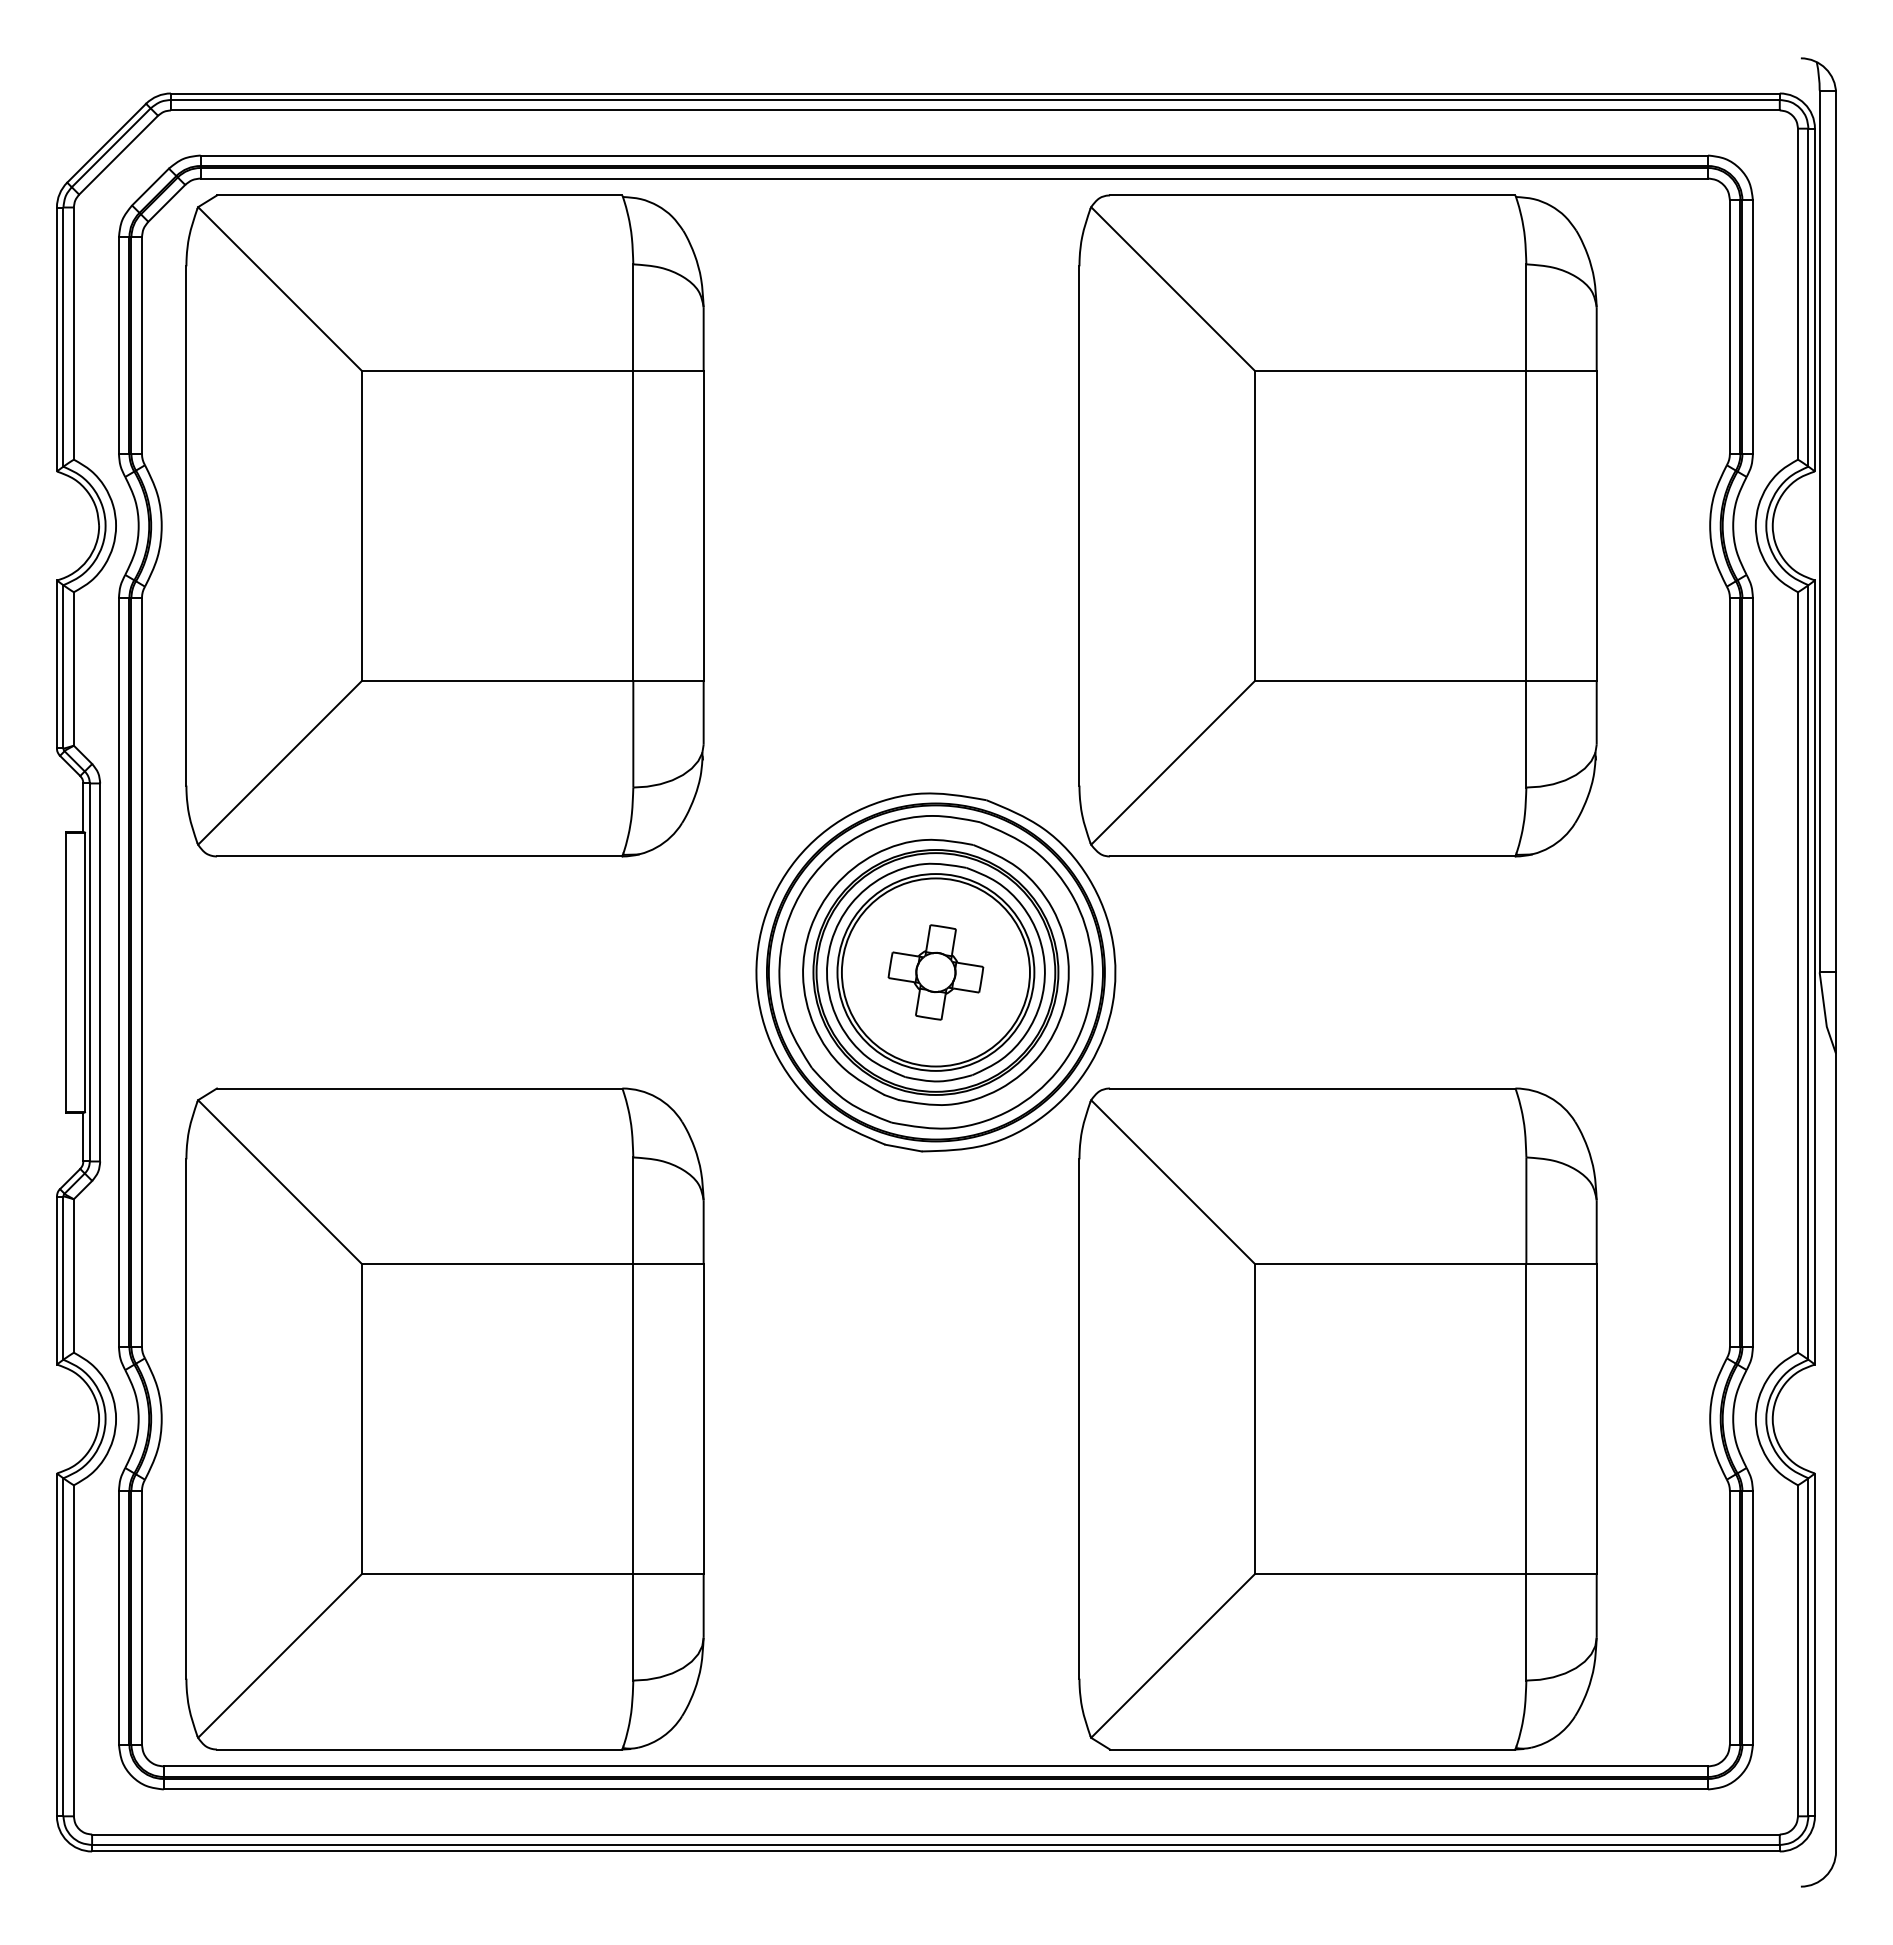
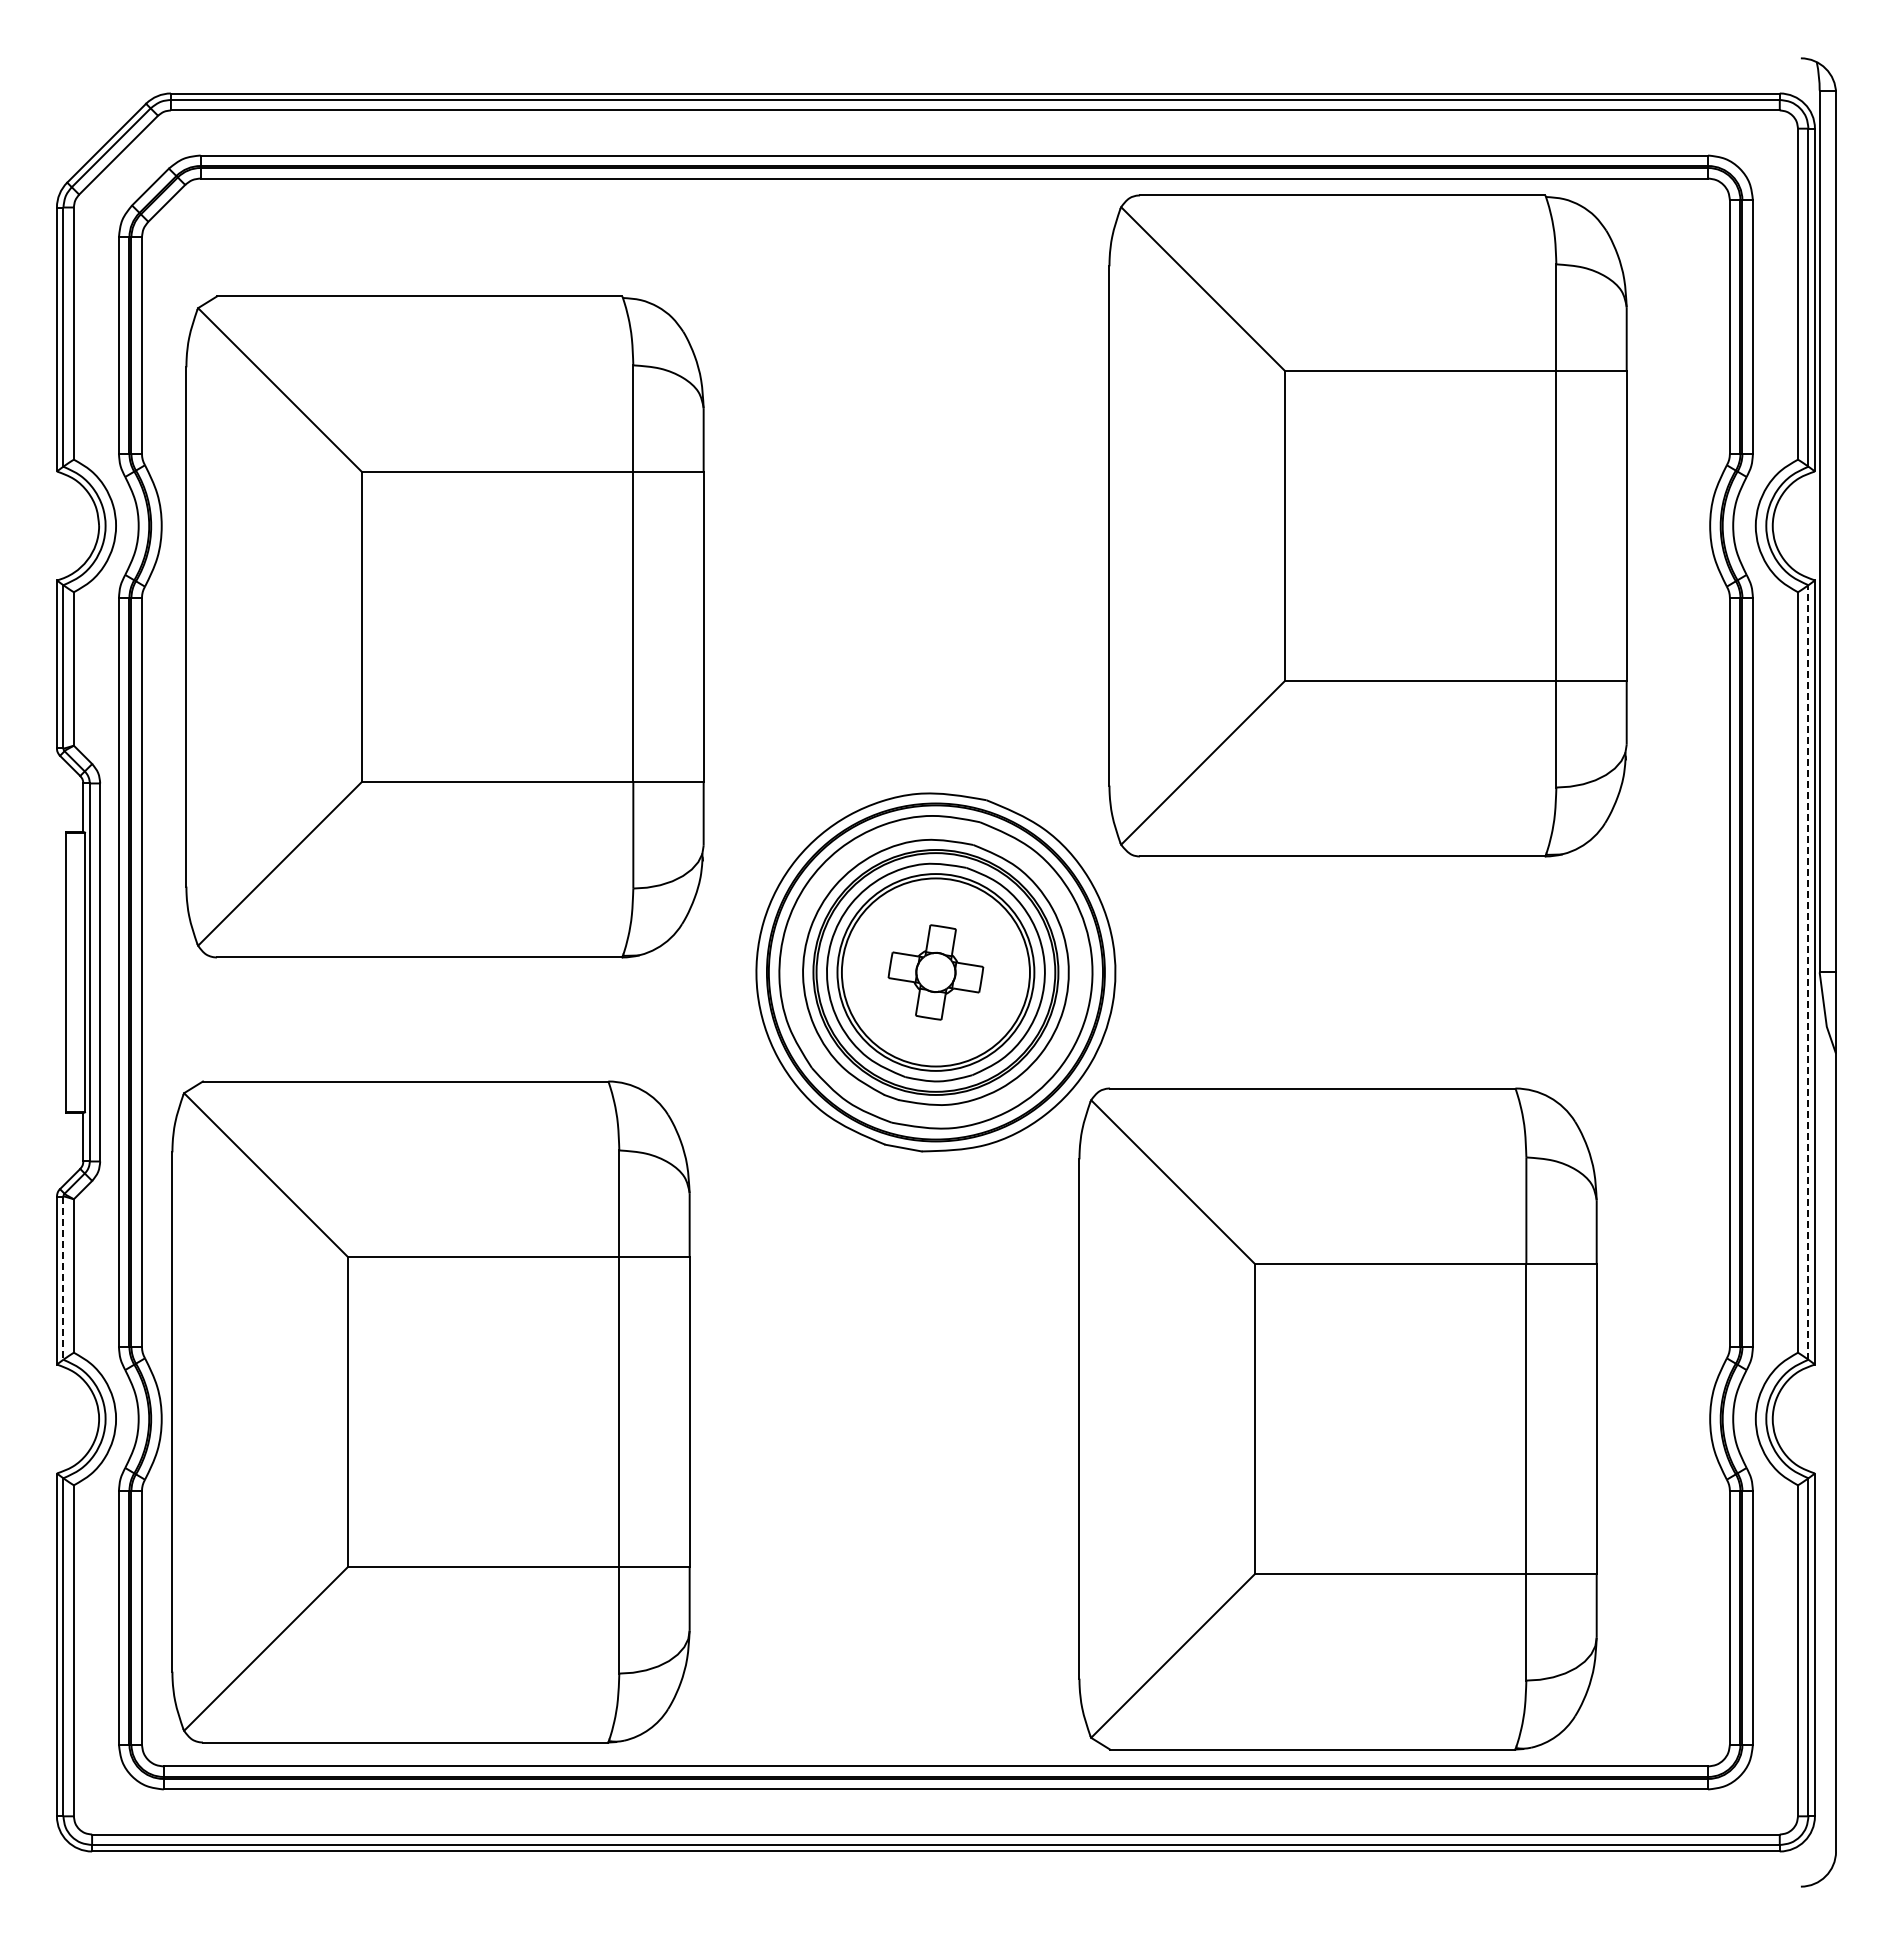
part at (444, 525) position: (444, 525) -> (444, 626)
part at (1337, 525) position: (1337, 525) -> (1367, 525)
line at (1808, 971): solid -> dashed
line at (63, 1278): solid -> dashed
part at (444, 1418) position: (444, 1418) -> (430, 1411)
